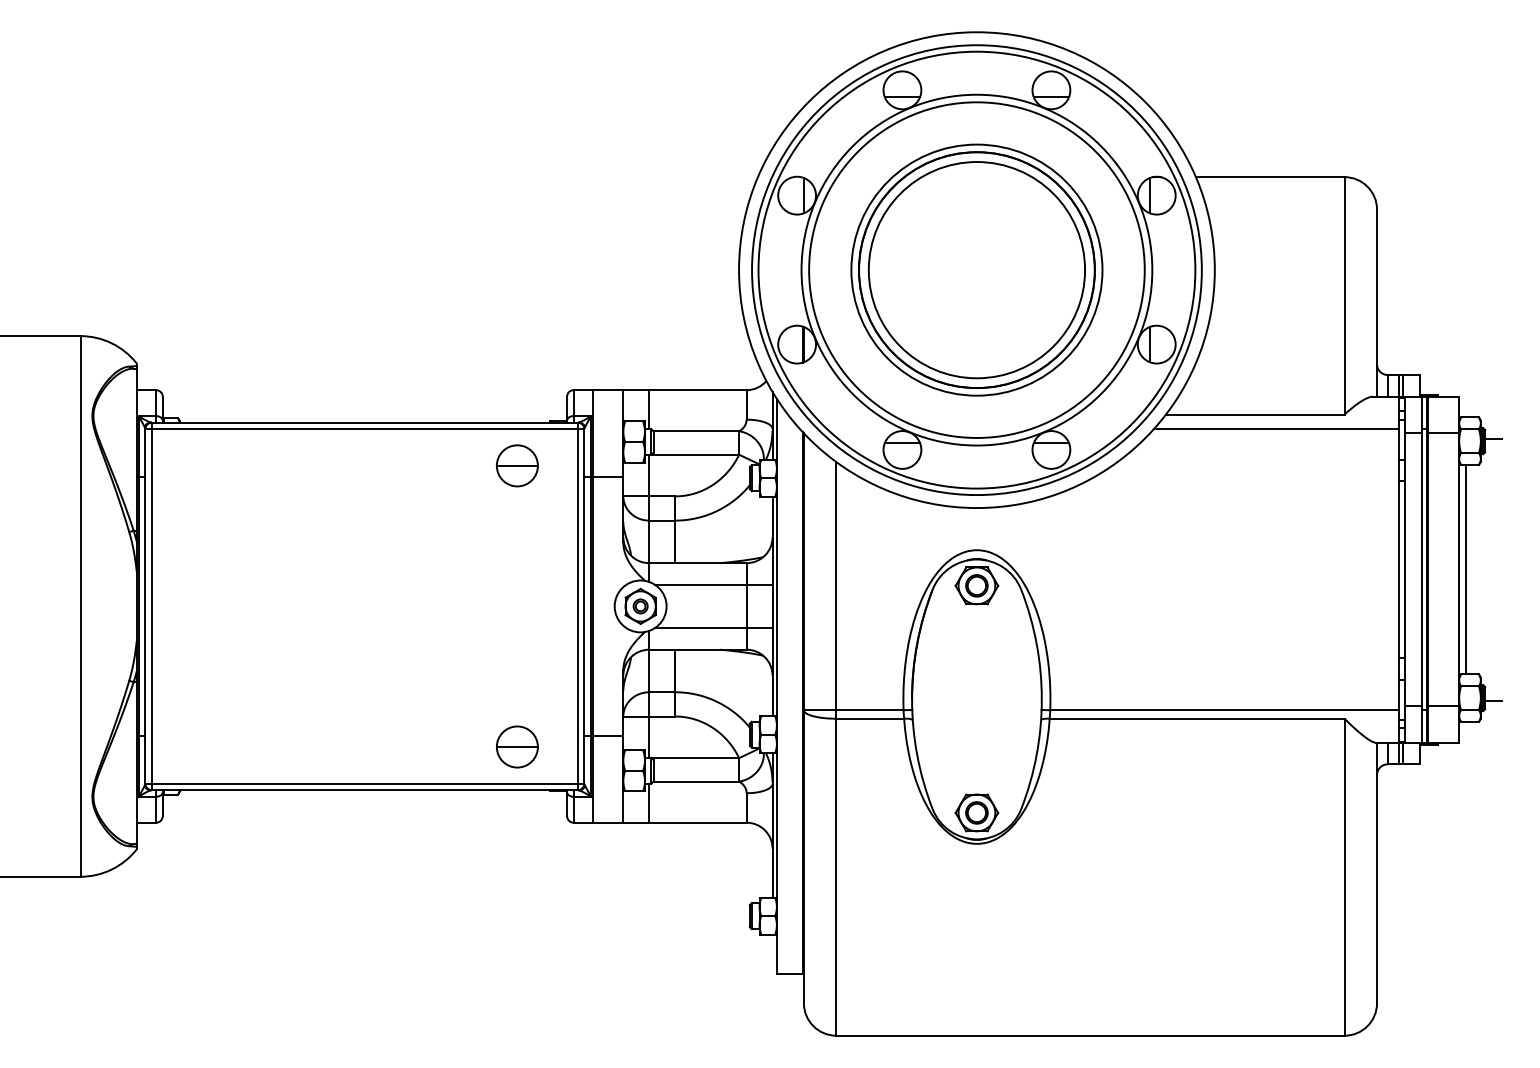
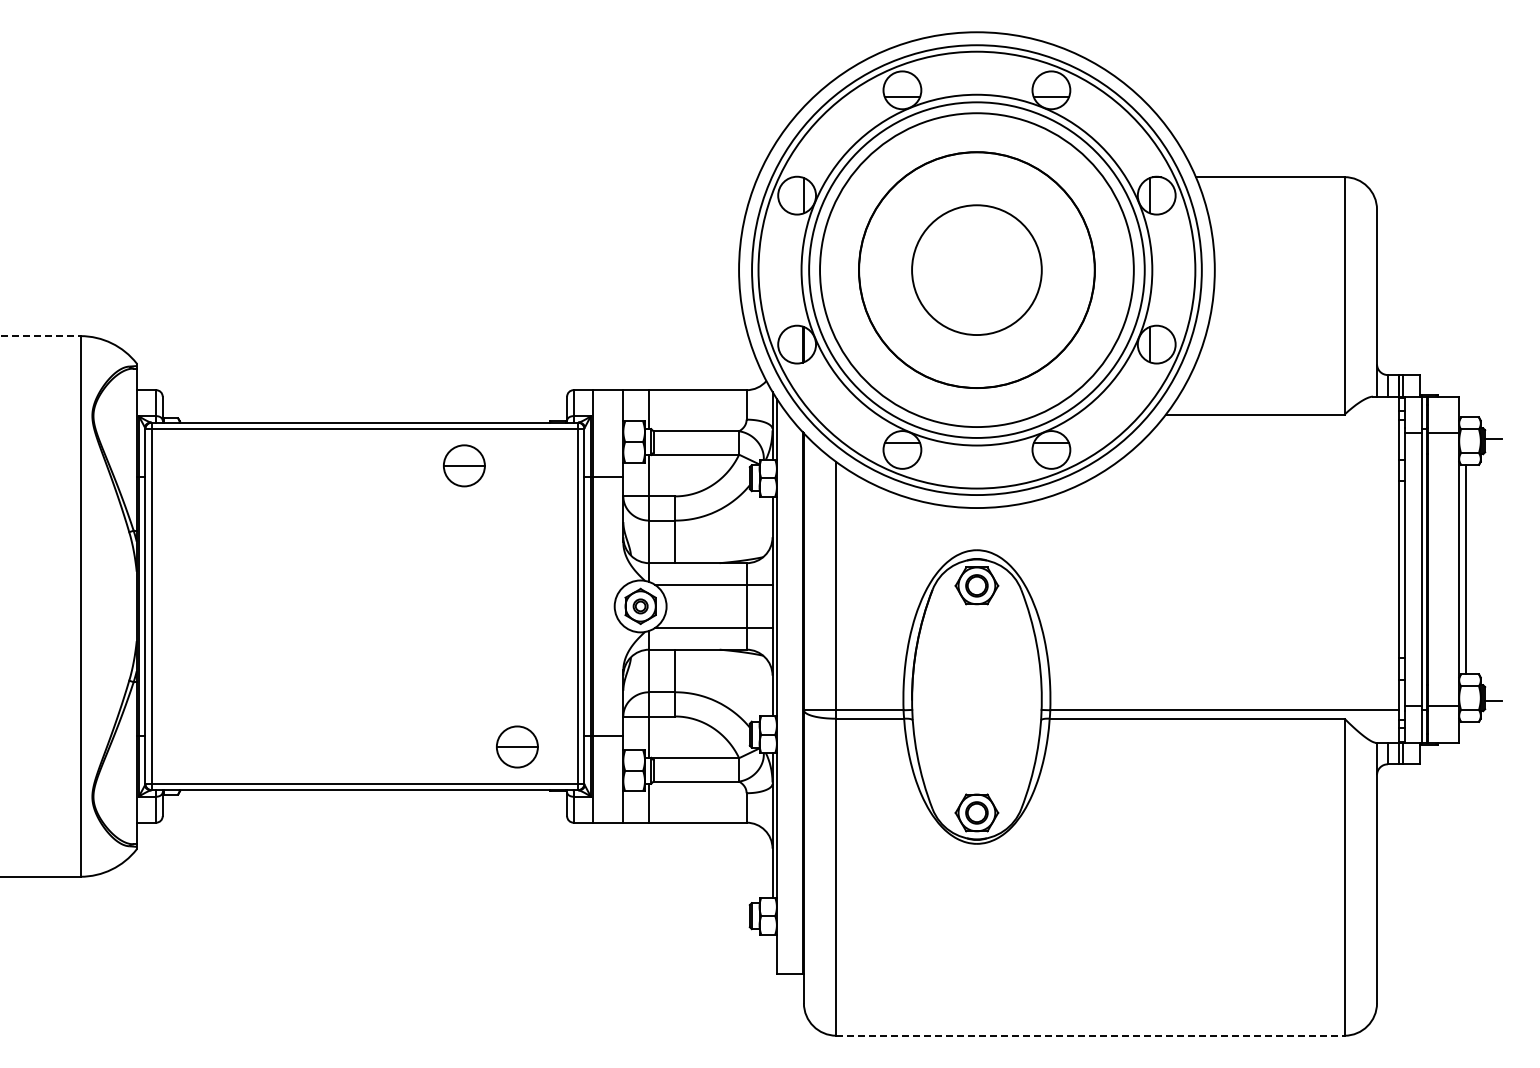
circle at (976, 269) diameter: 251 px -> 314 px
circle at (976, 270) diameter: 216 px -> 130 px
line at (40, 336): solid -> dashed
line at (1275, 429): present -> none
part at (517, 465) position: (517, 465) -> (464, 465)
line at (1090, 1035): solid -> dashed
